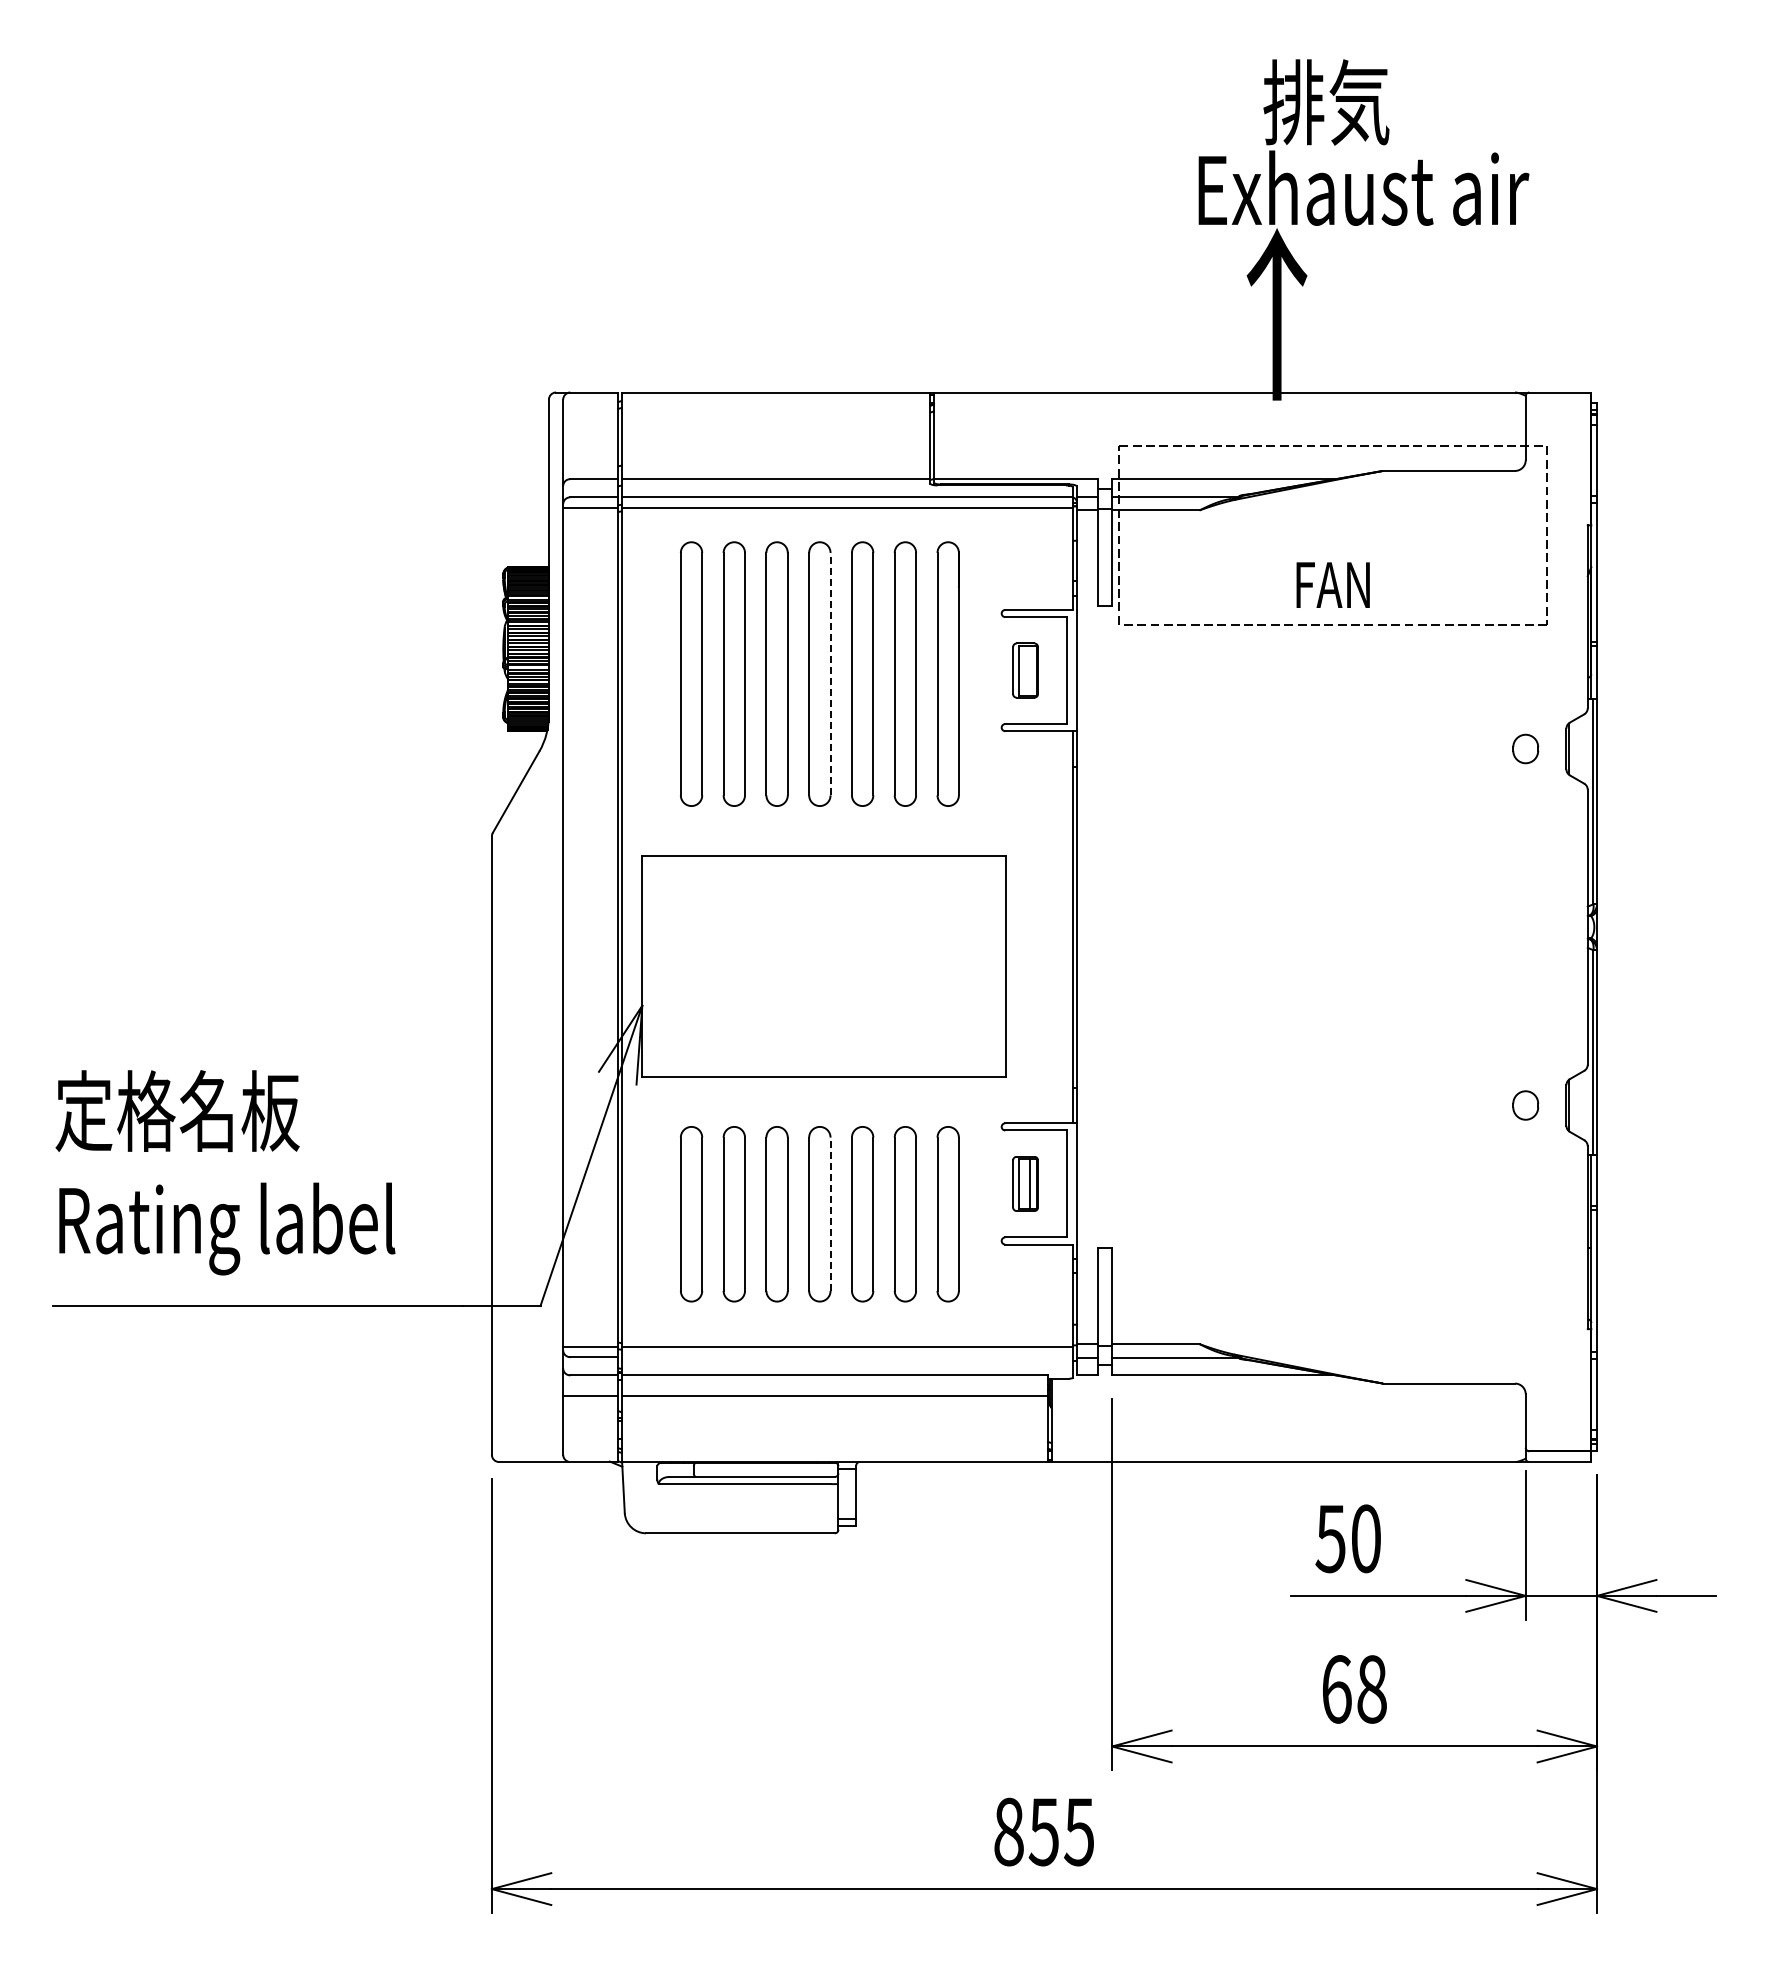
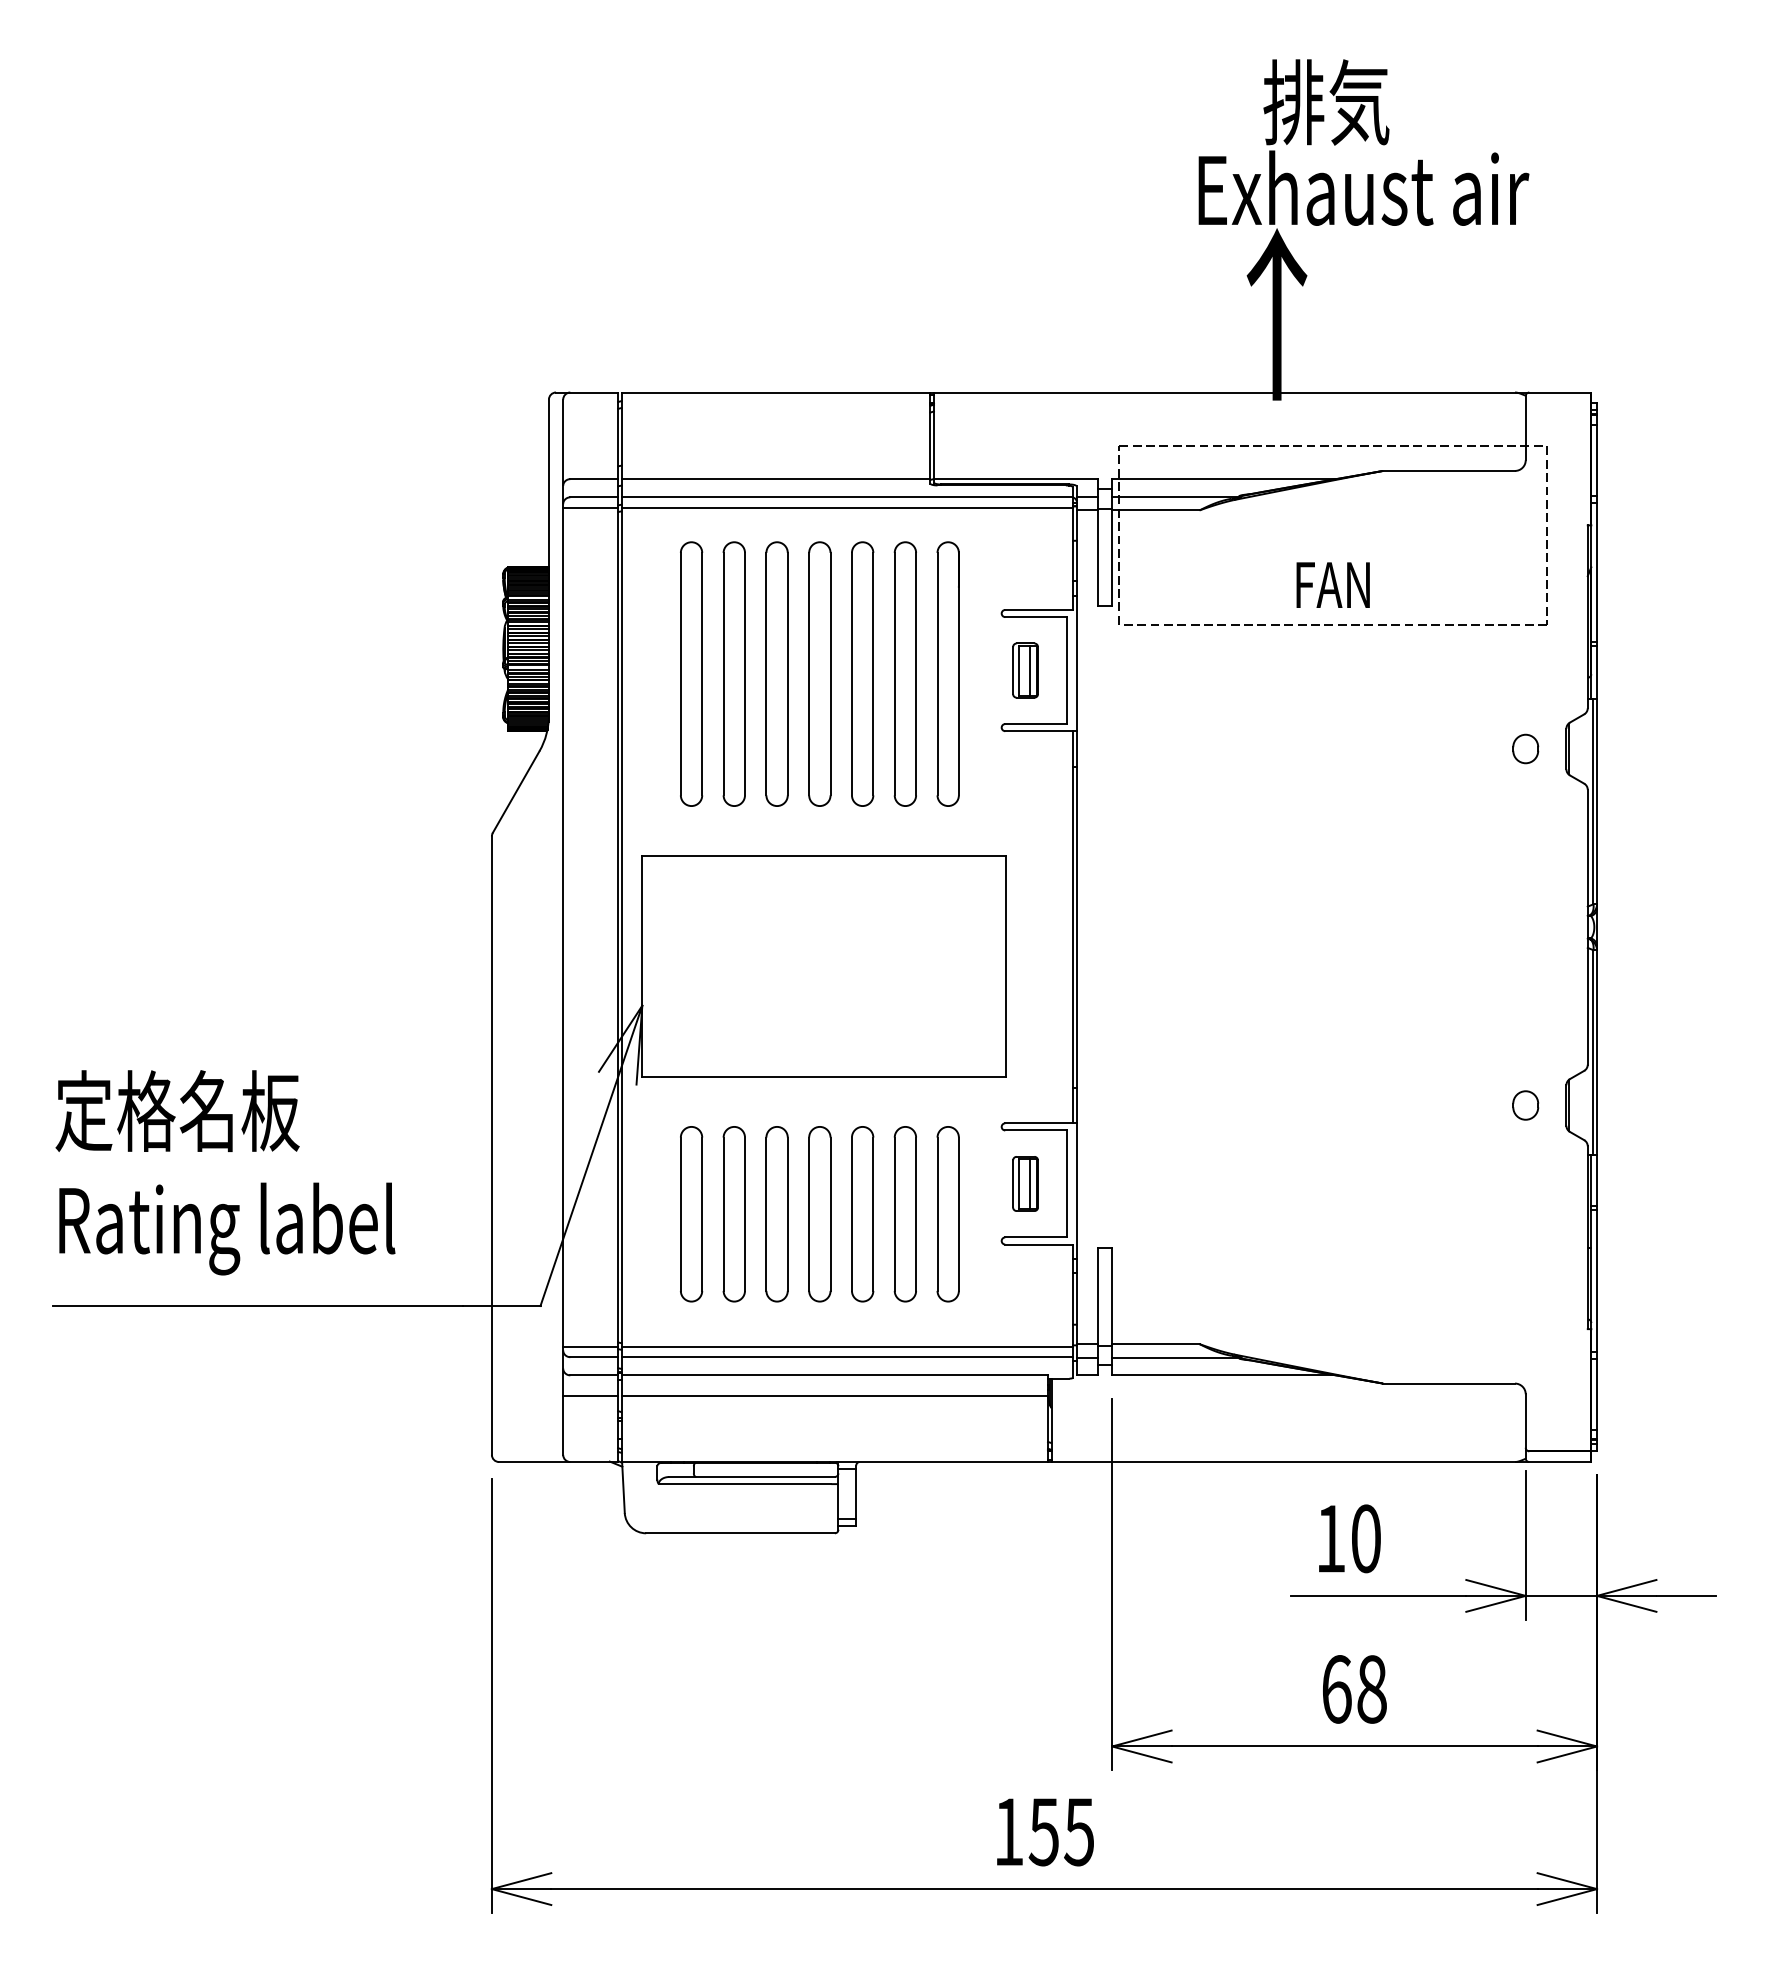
line at (1030, 670): none -> present
line at (830, 673): dashed -> solid
line at (830, 1214): dashed -> solid
line at (846, 1357): none -> present
text at (1330, 1539): 50 -> 10
text at (1008, 1831): 855 -> 155
